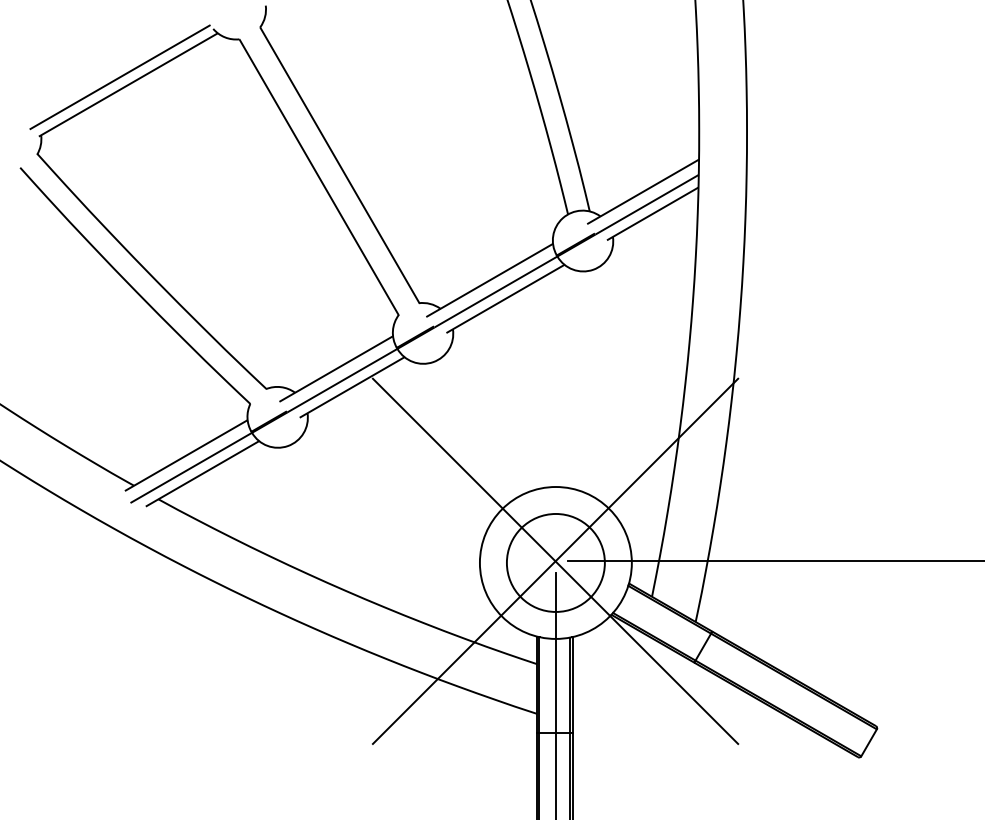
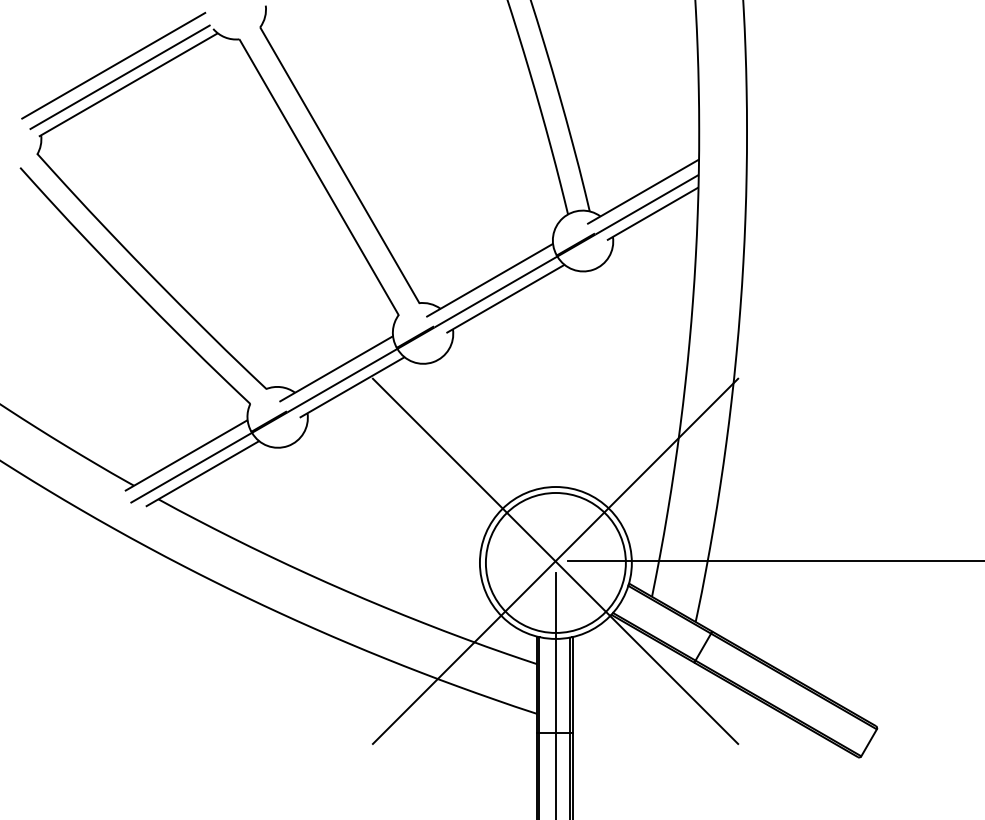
line at (113, 65): none -> present
circle at (555, 562) diameter: 98 px -> 140 px
